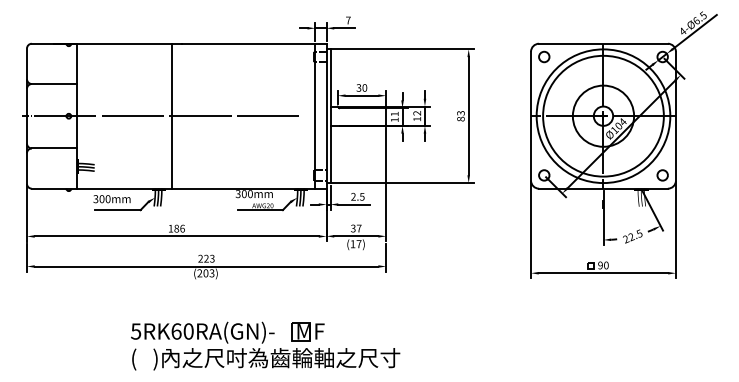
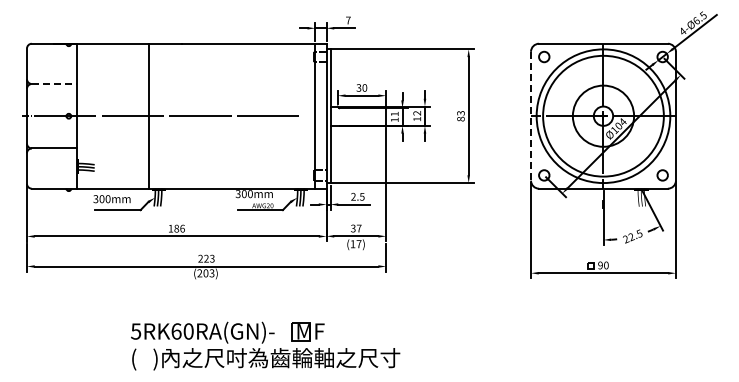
line at (54, 84): solid -> dashed
line at (171, 115) position: (171, 115) -> (148, 115)
line at (531, 116): solid -> dashed
